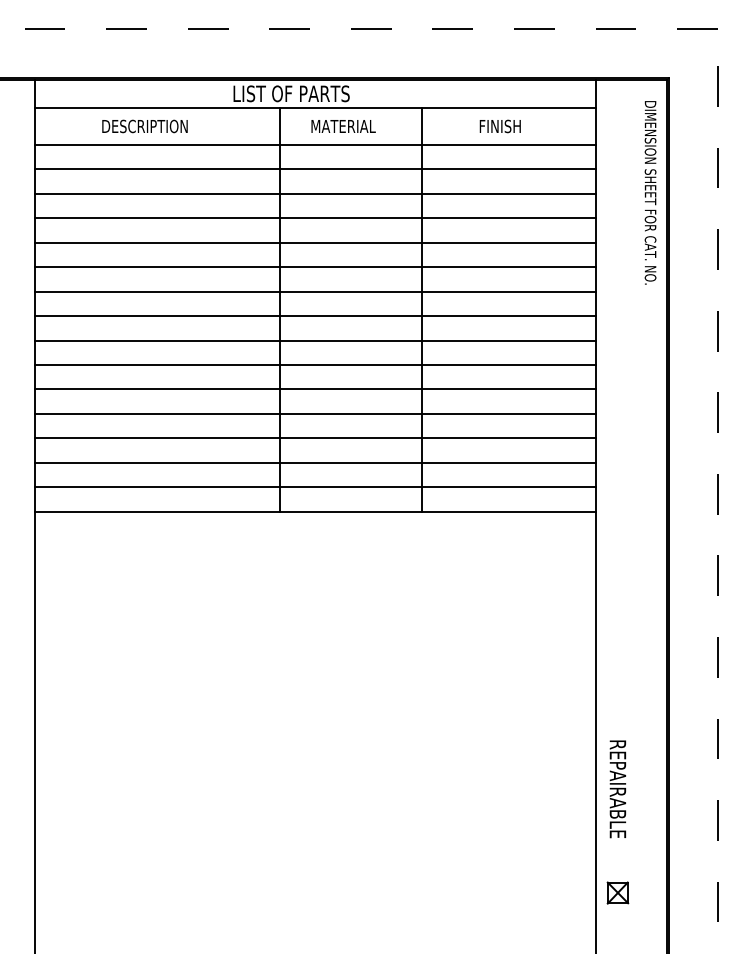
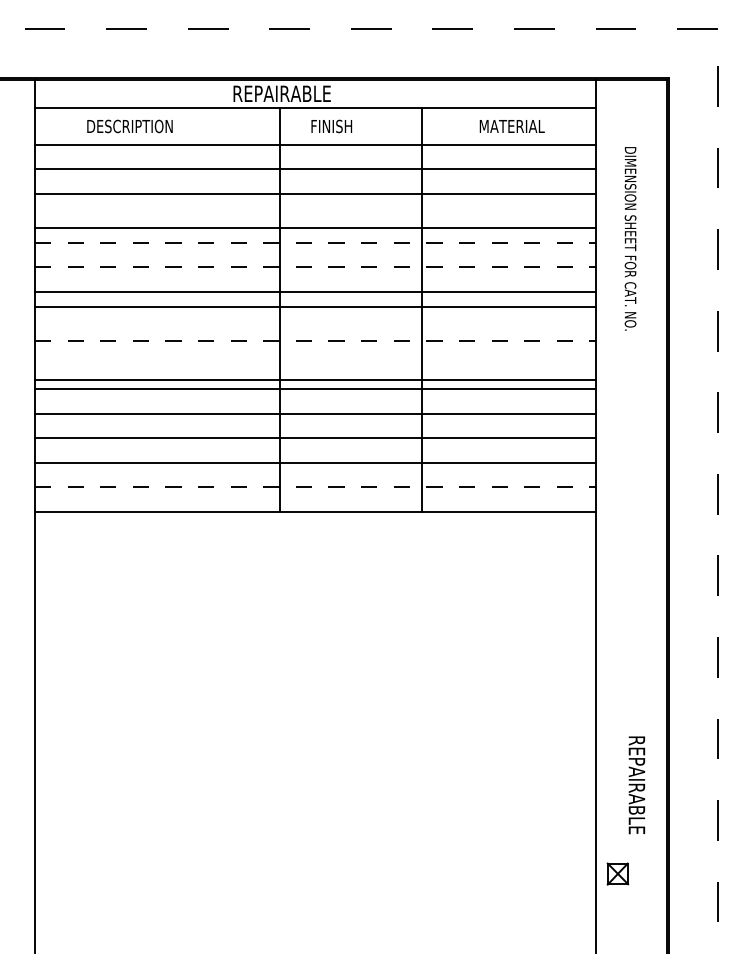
text at (292, 93): LIST OF PARTS -> REPAIRABLE
text at (144, 126) position: (144, 126) -> (129, 126)
text at (343, 126): MATERIAL -> FINISH
text at (512, 126): FINISH -> MATERIAL
text at (650, 192) position: (650, 192) -> (630, 238)
line at (314, 218) position: (314, 218) -> (314, 228)
line at (315, 242): solid -> dashed
line at (315, 267): solid -> dashed
line at (314, 316) position: (314, 316) -> (314, 307)
line at (315, 340): solid -> dashed
line at (314, 365) position: (314, 365) -> (314, 380)
line at (315, 487): solid -> dashed
text at (617, 789) position: (617, 789) -> (636, 785)
part at (617, 892) position: (617, 892) -> (617, 873)
